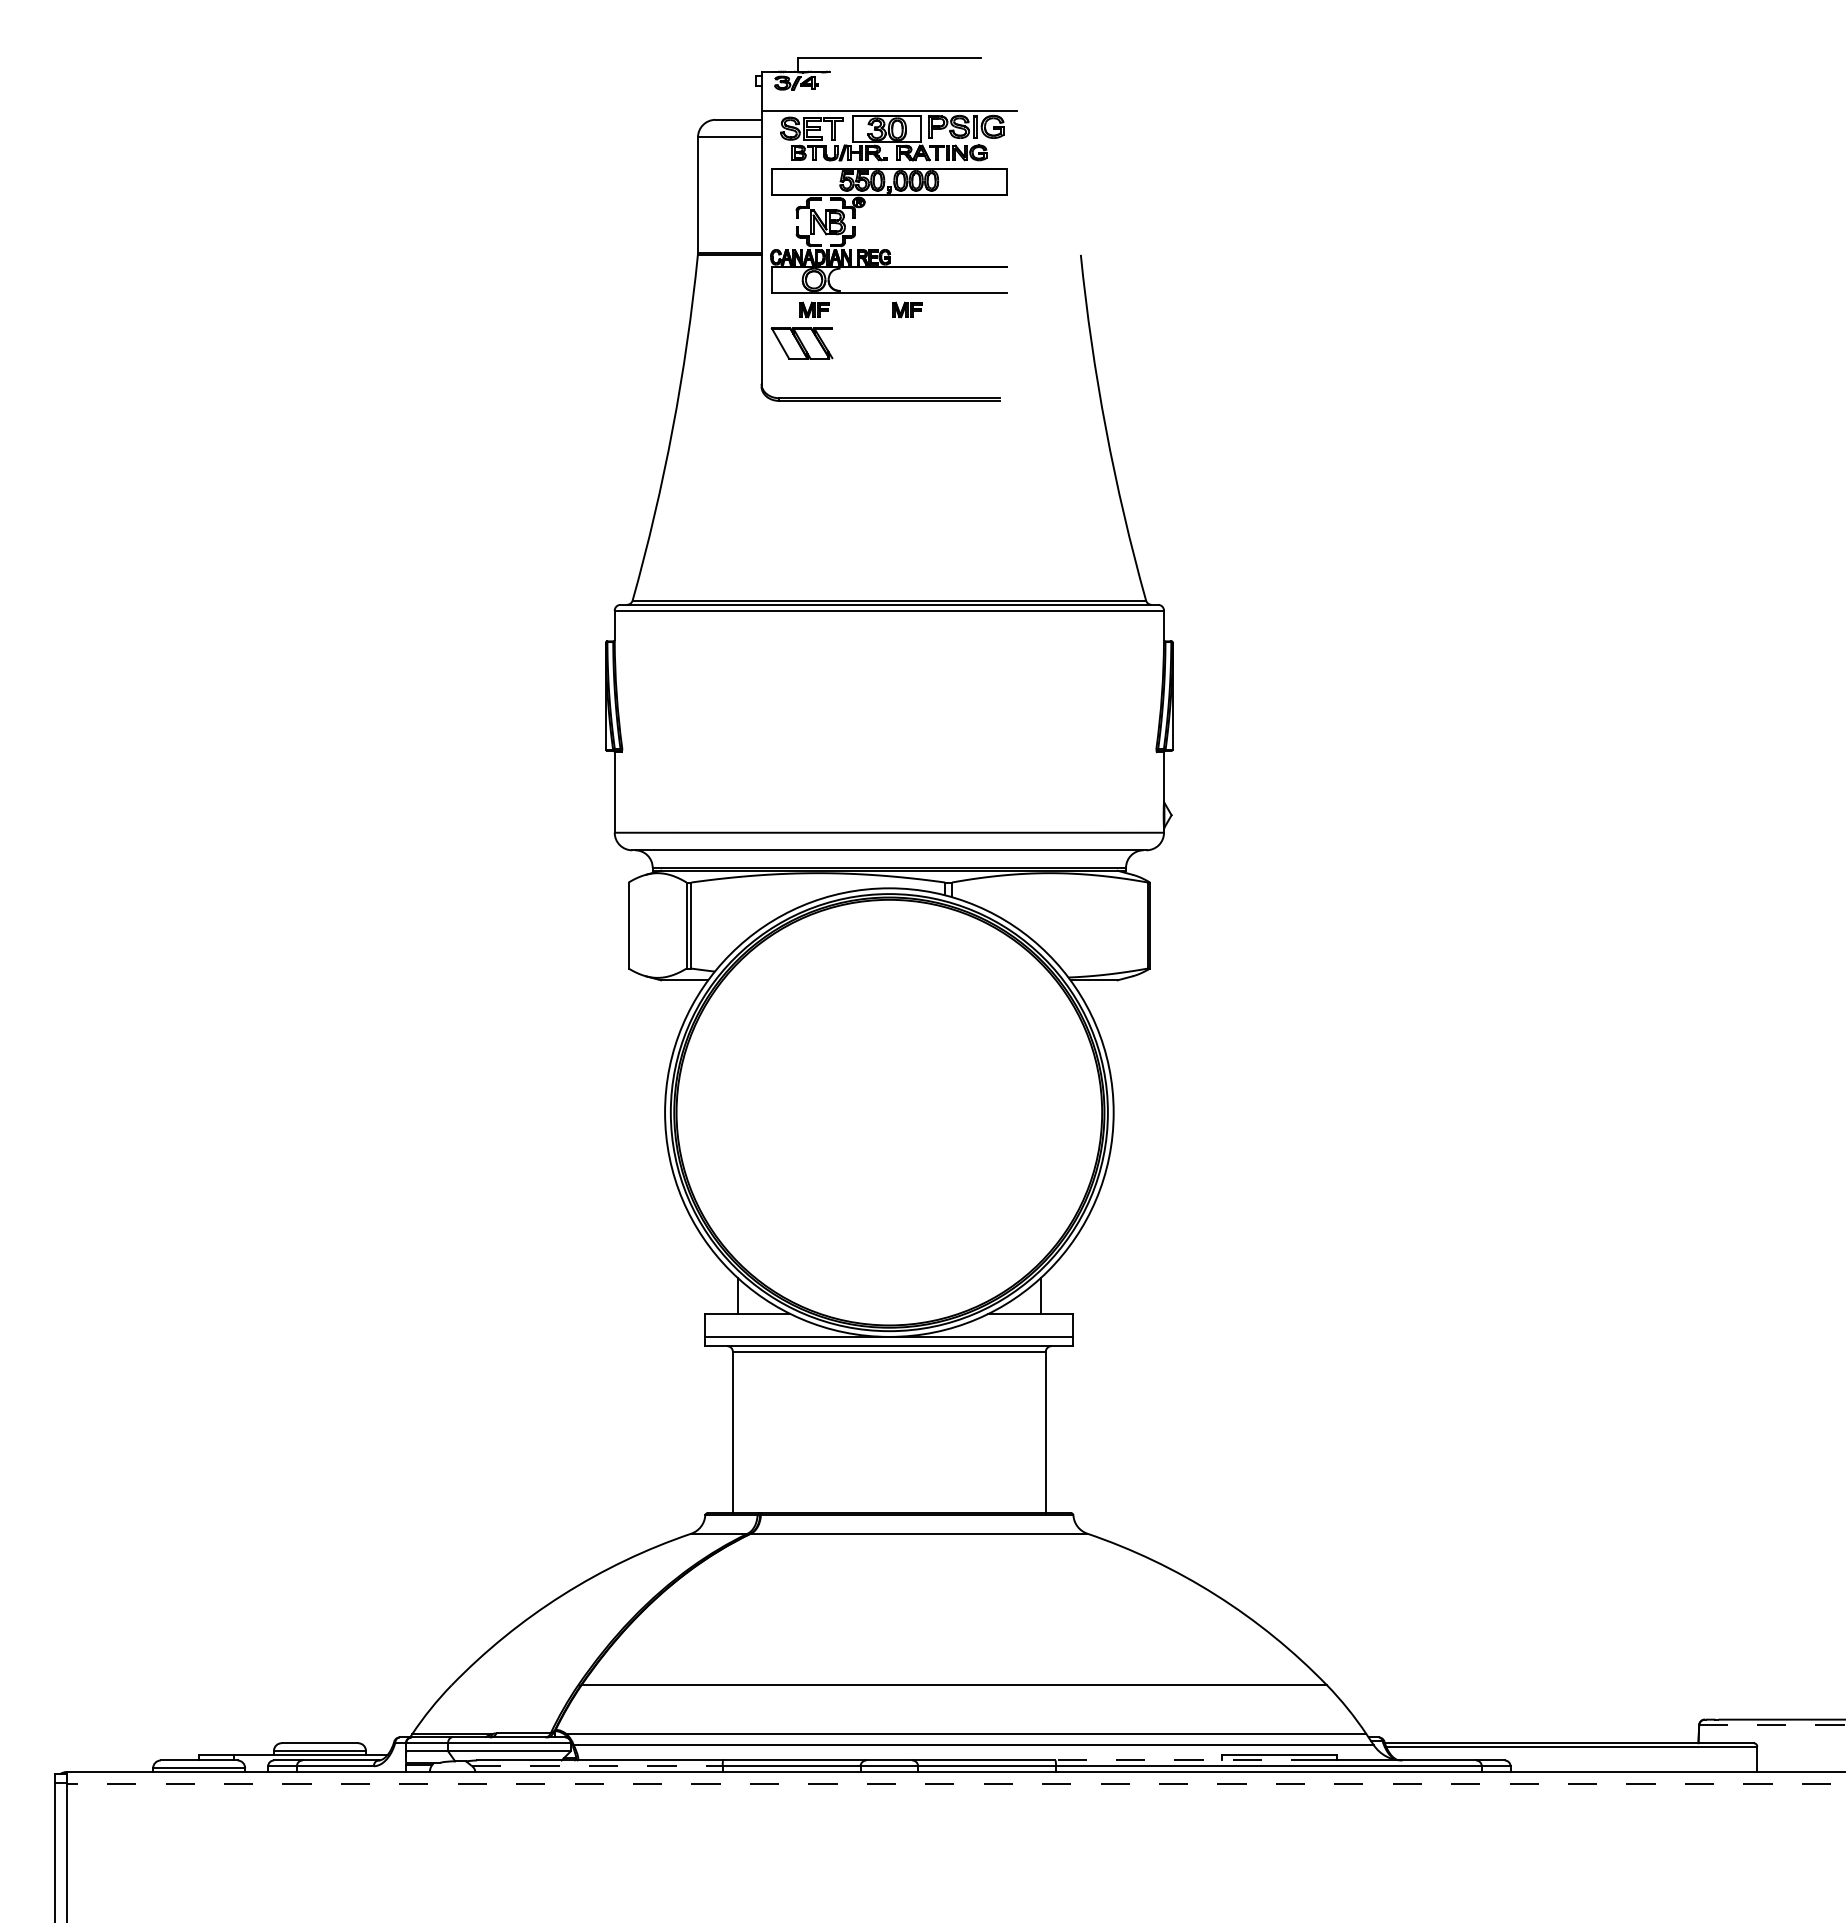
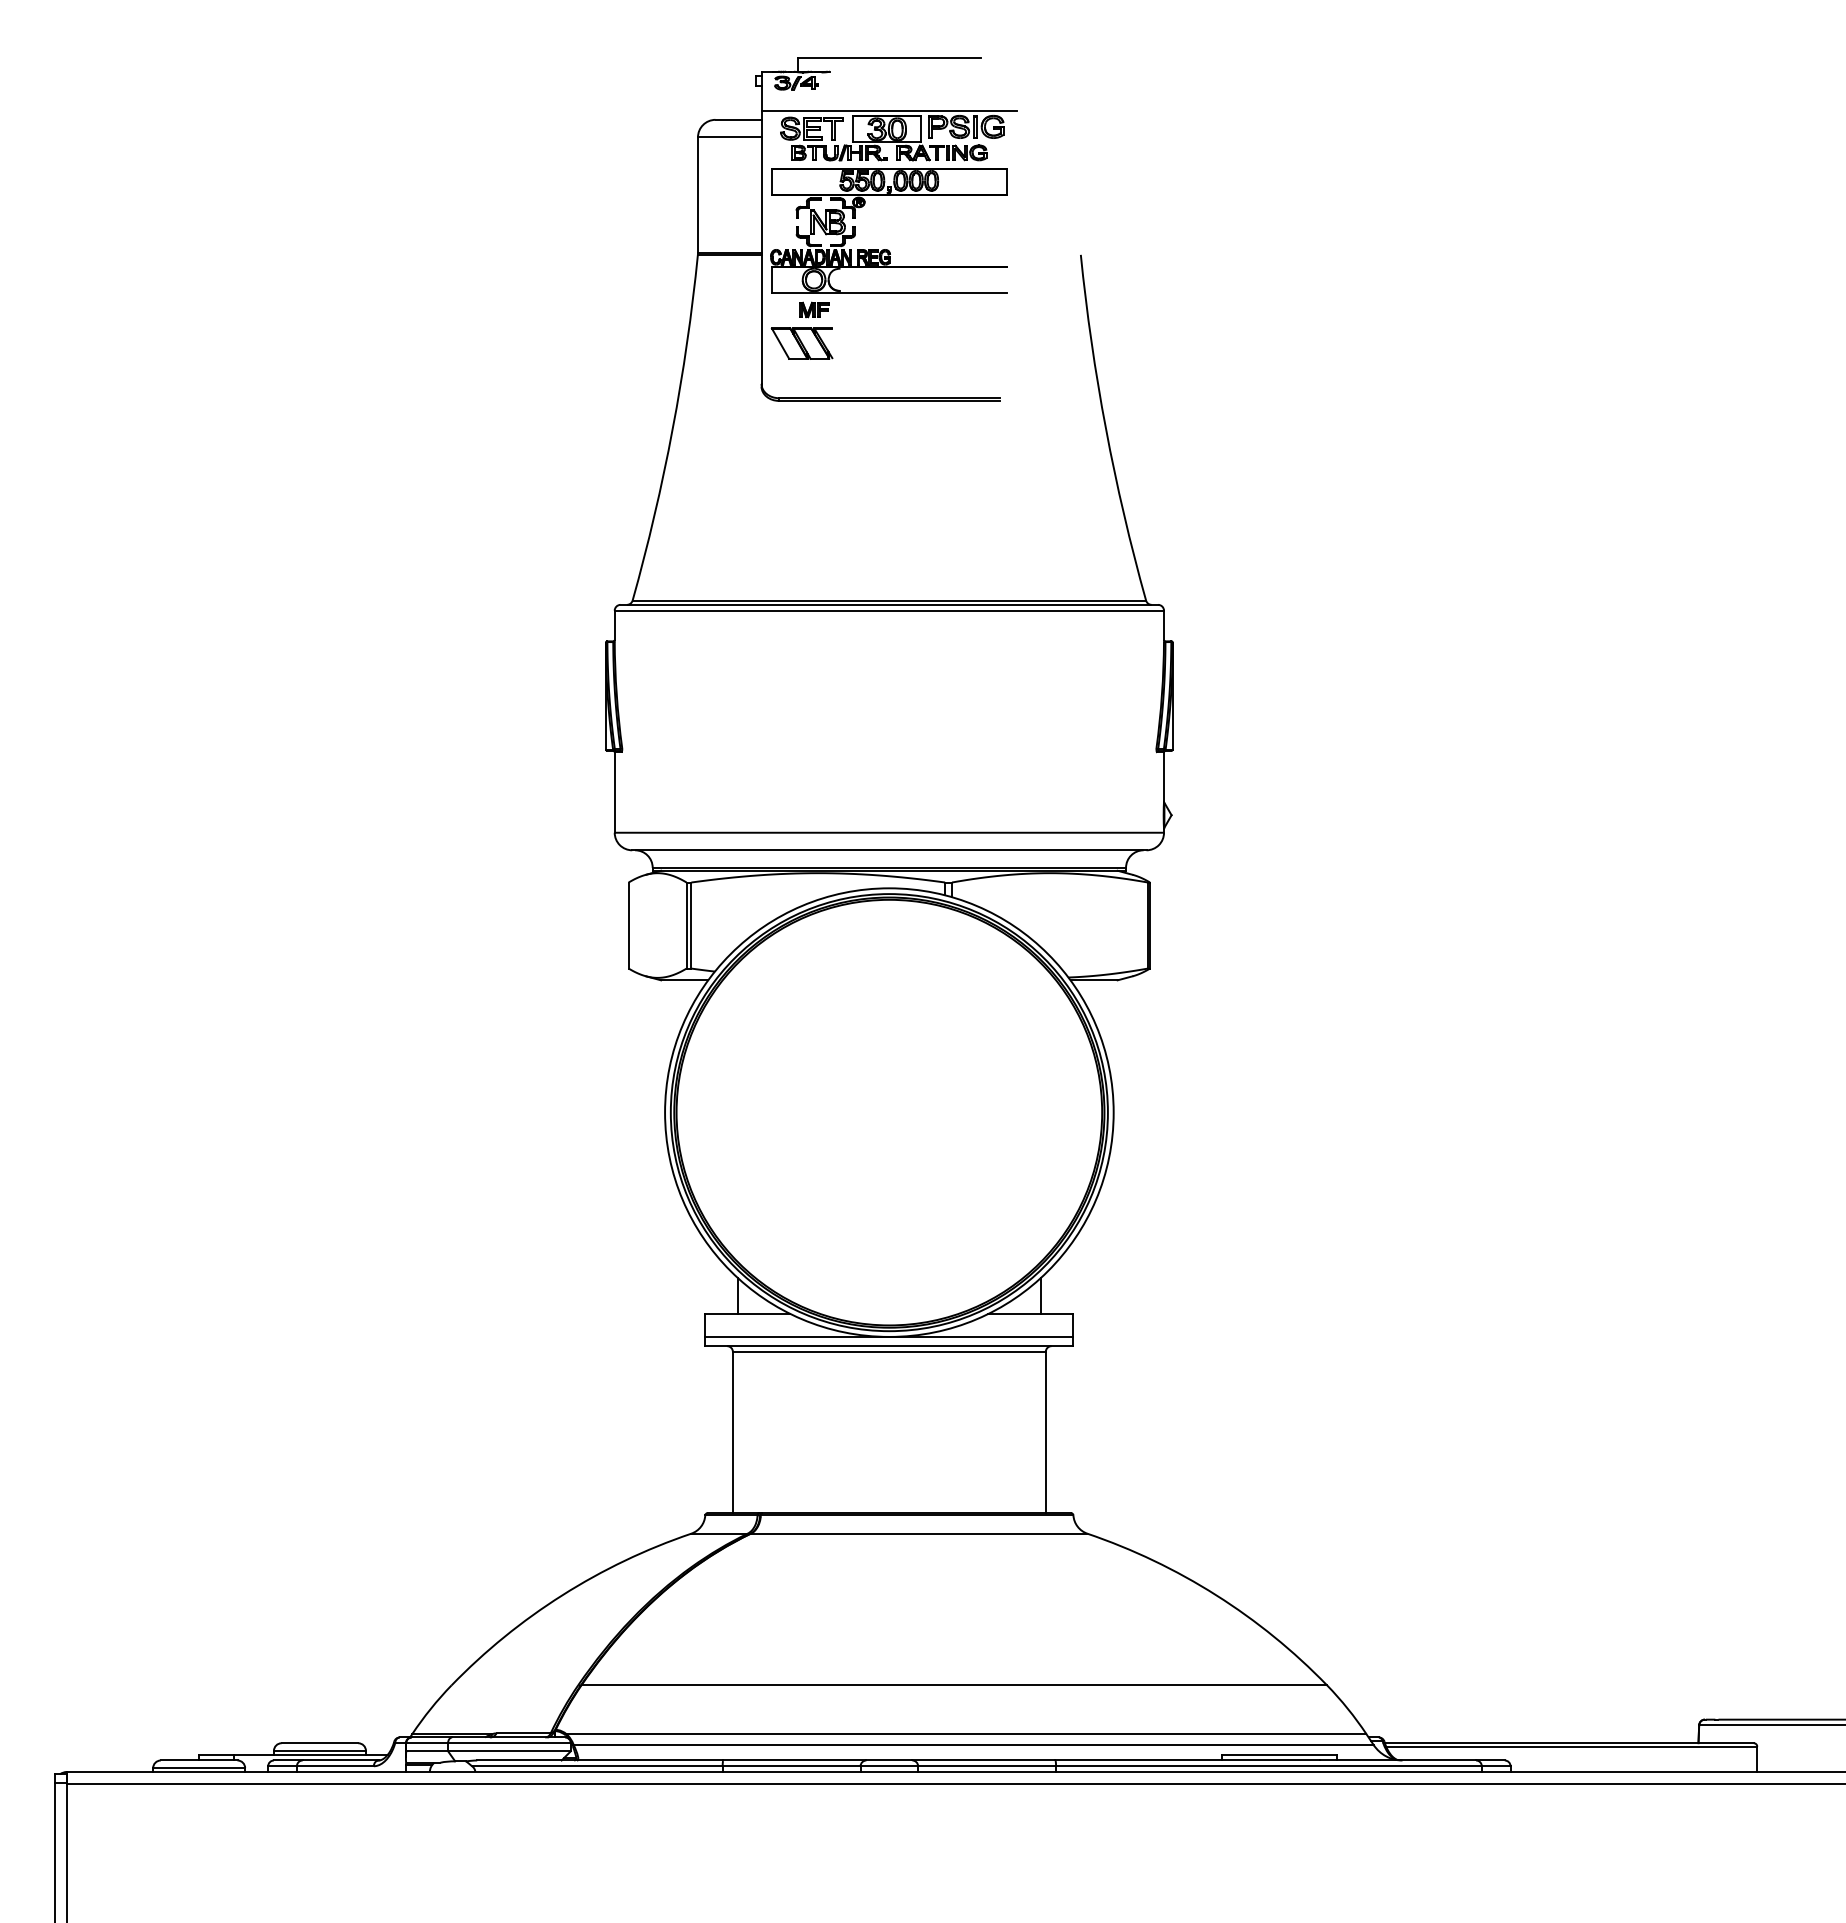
part at (907, 309): present -> none
line at (1772, 1725): dashed -> solid
line at (1187, 1760): dashed -> solid
line at (597, 1766): dashed -> solid
line at (955, 1783): dashed -> solid
